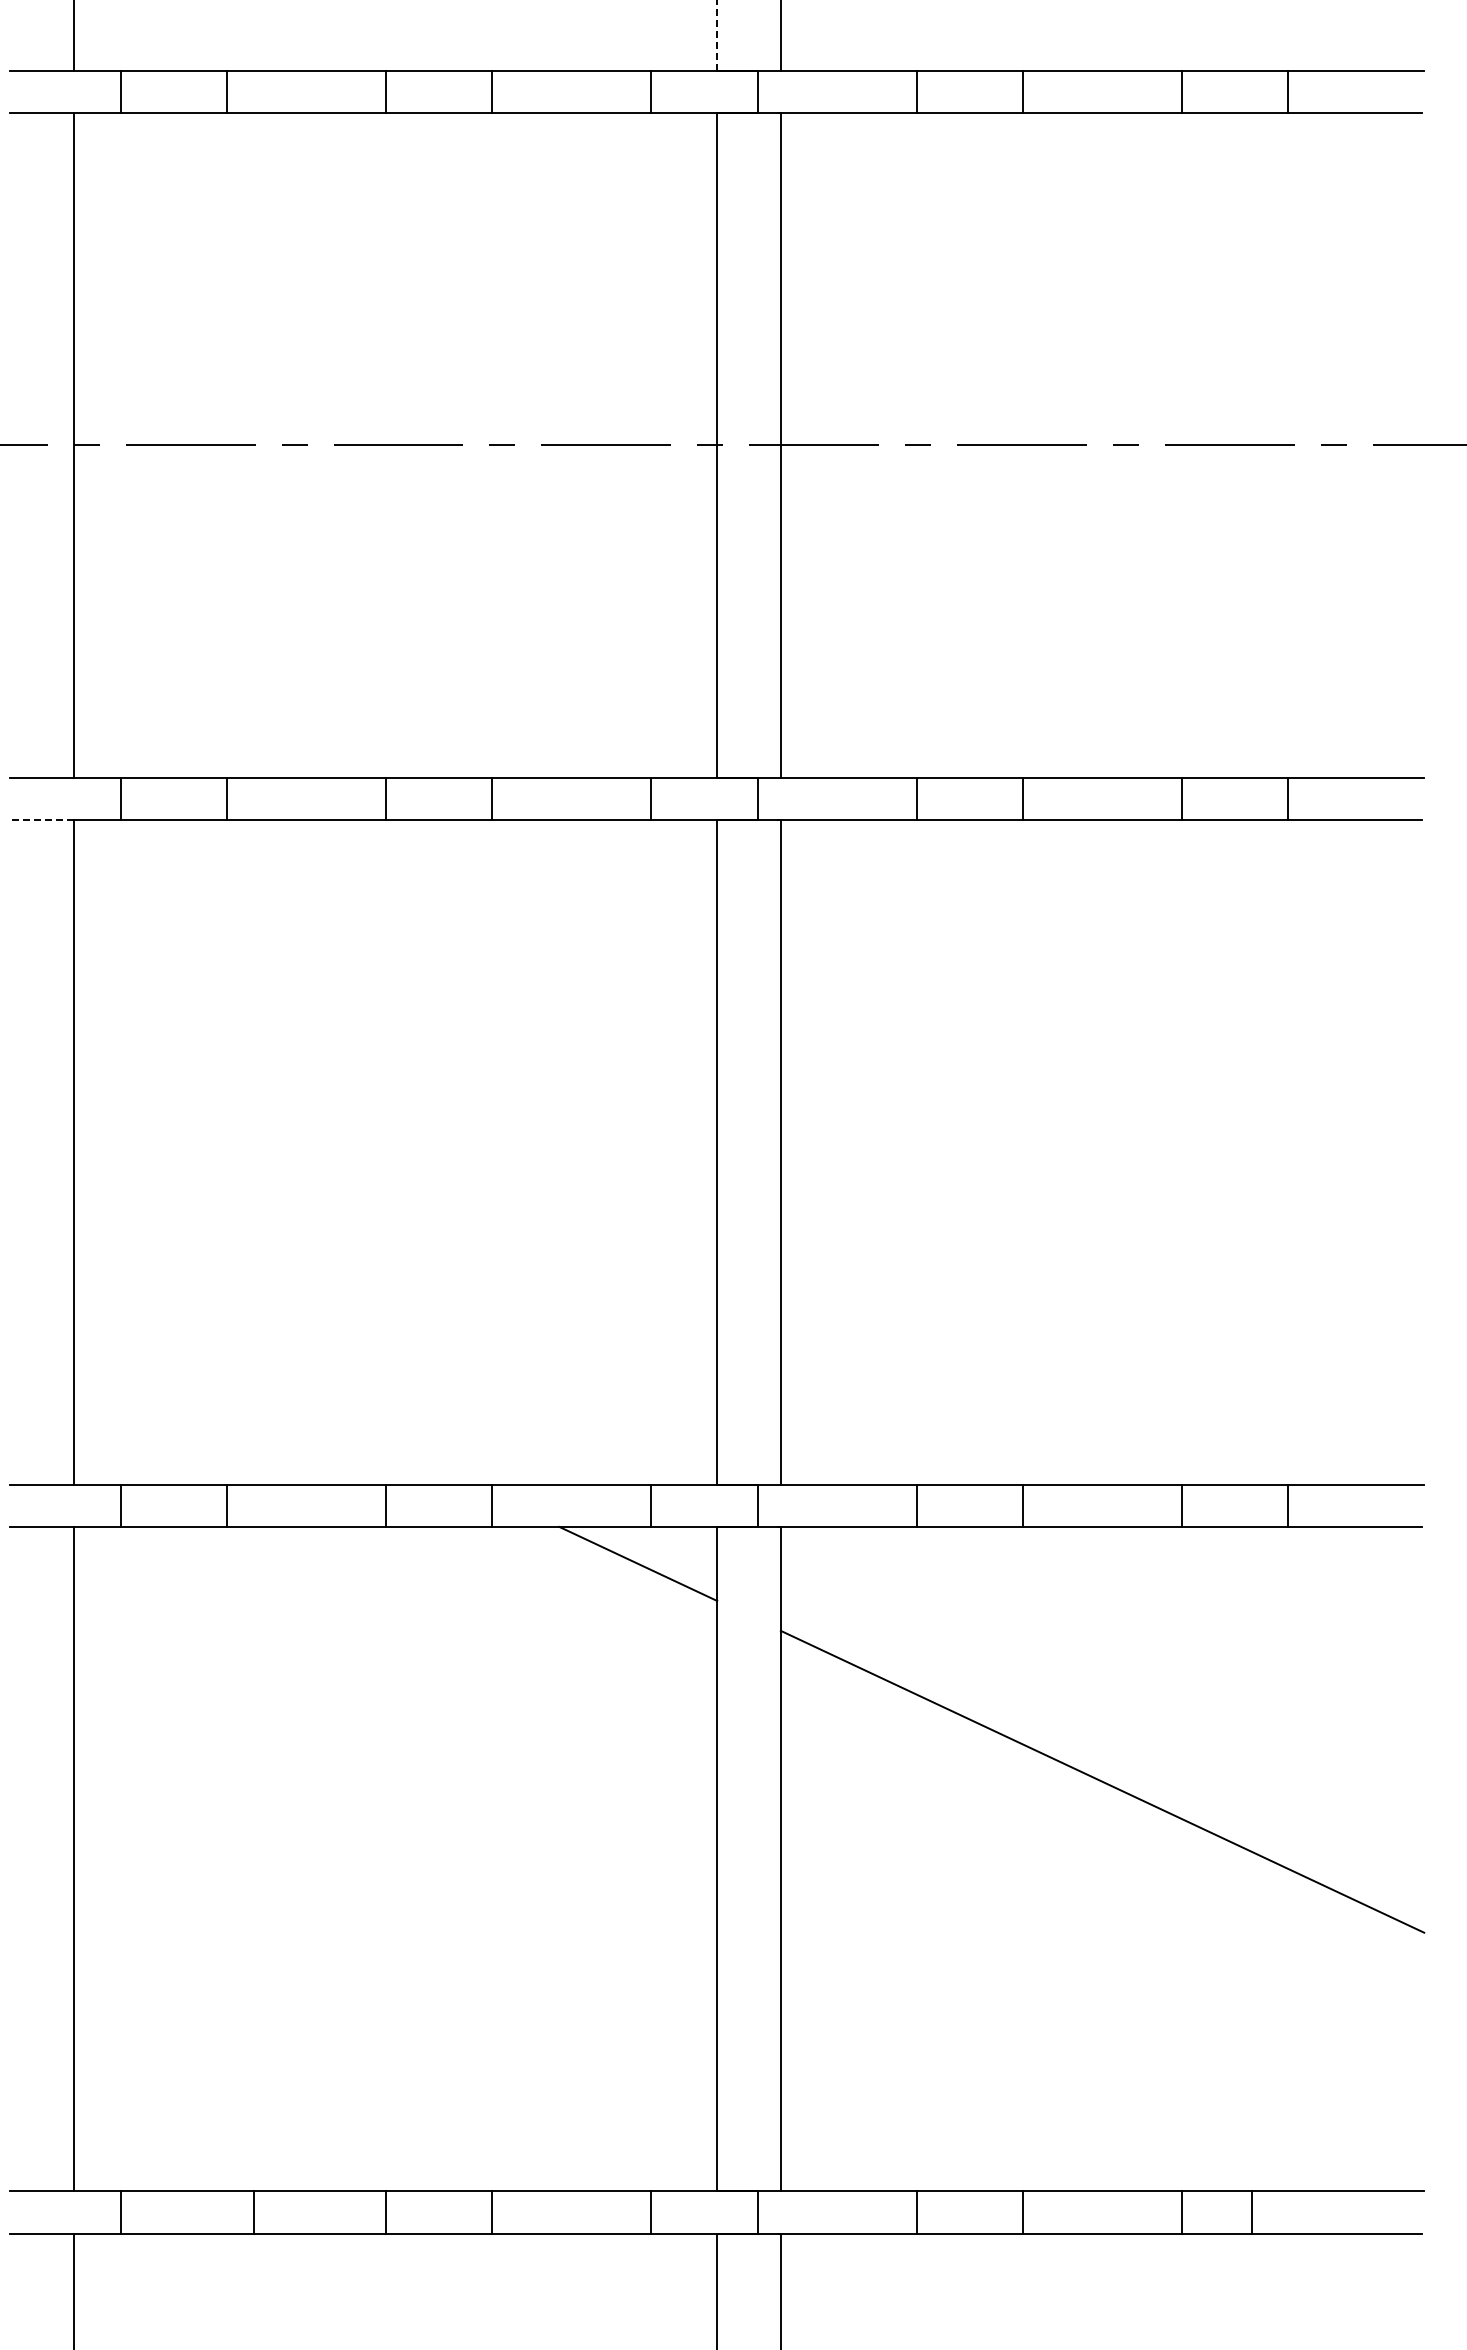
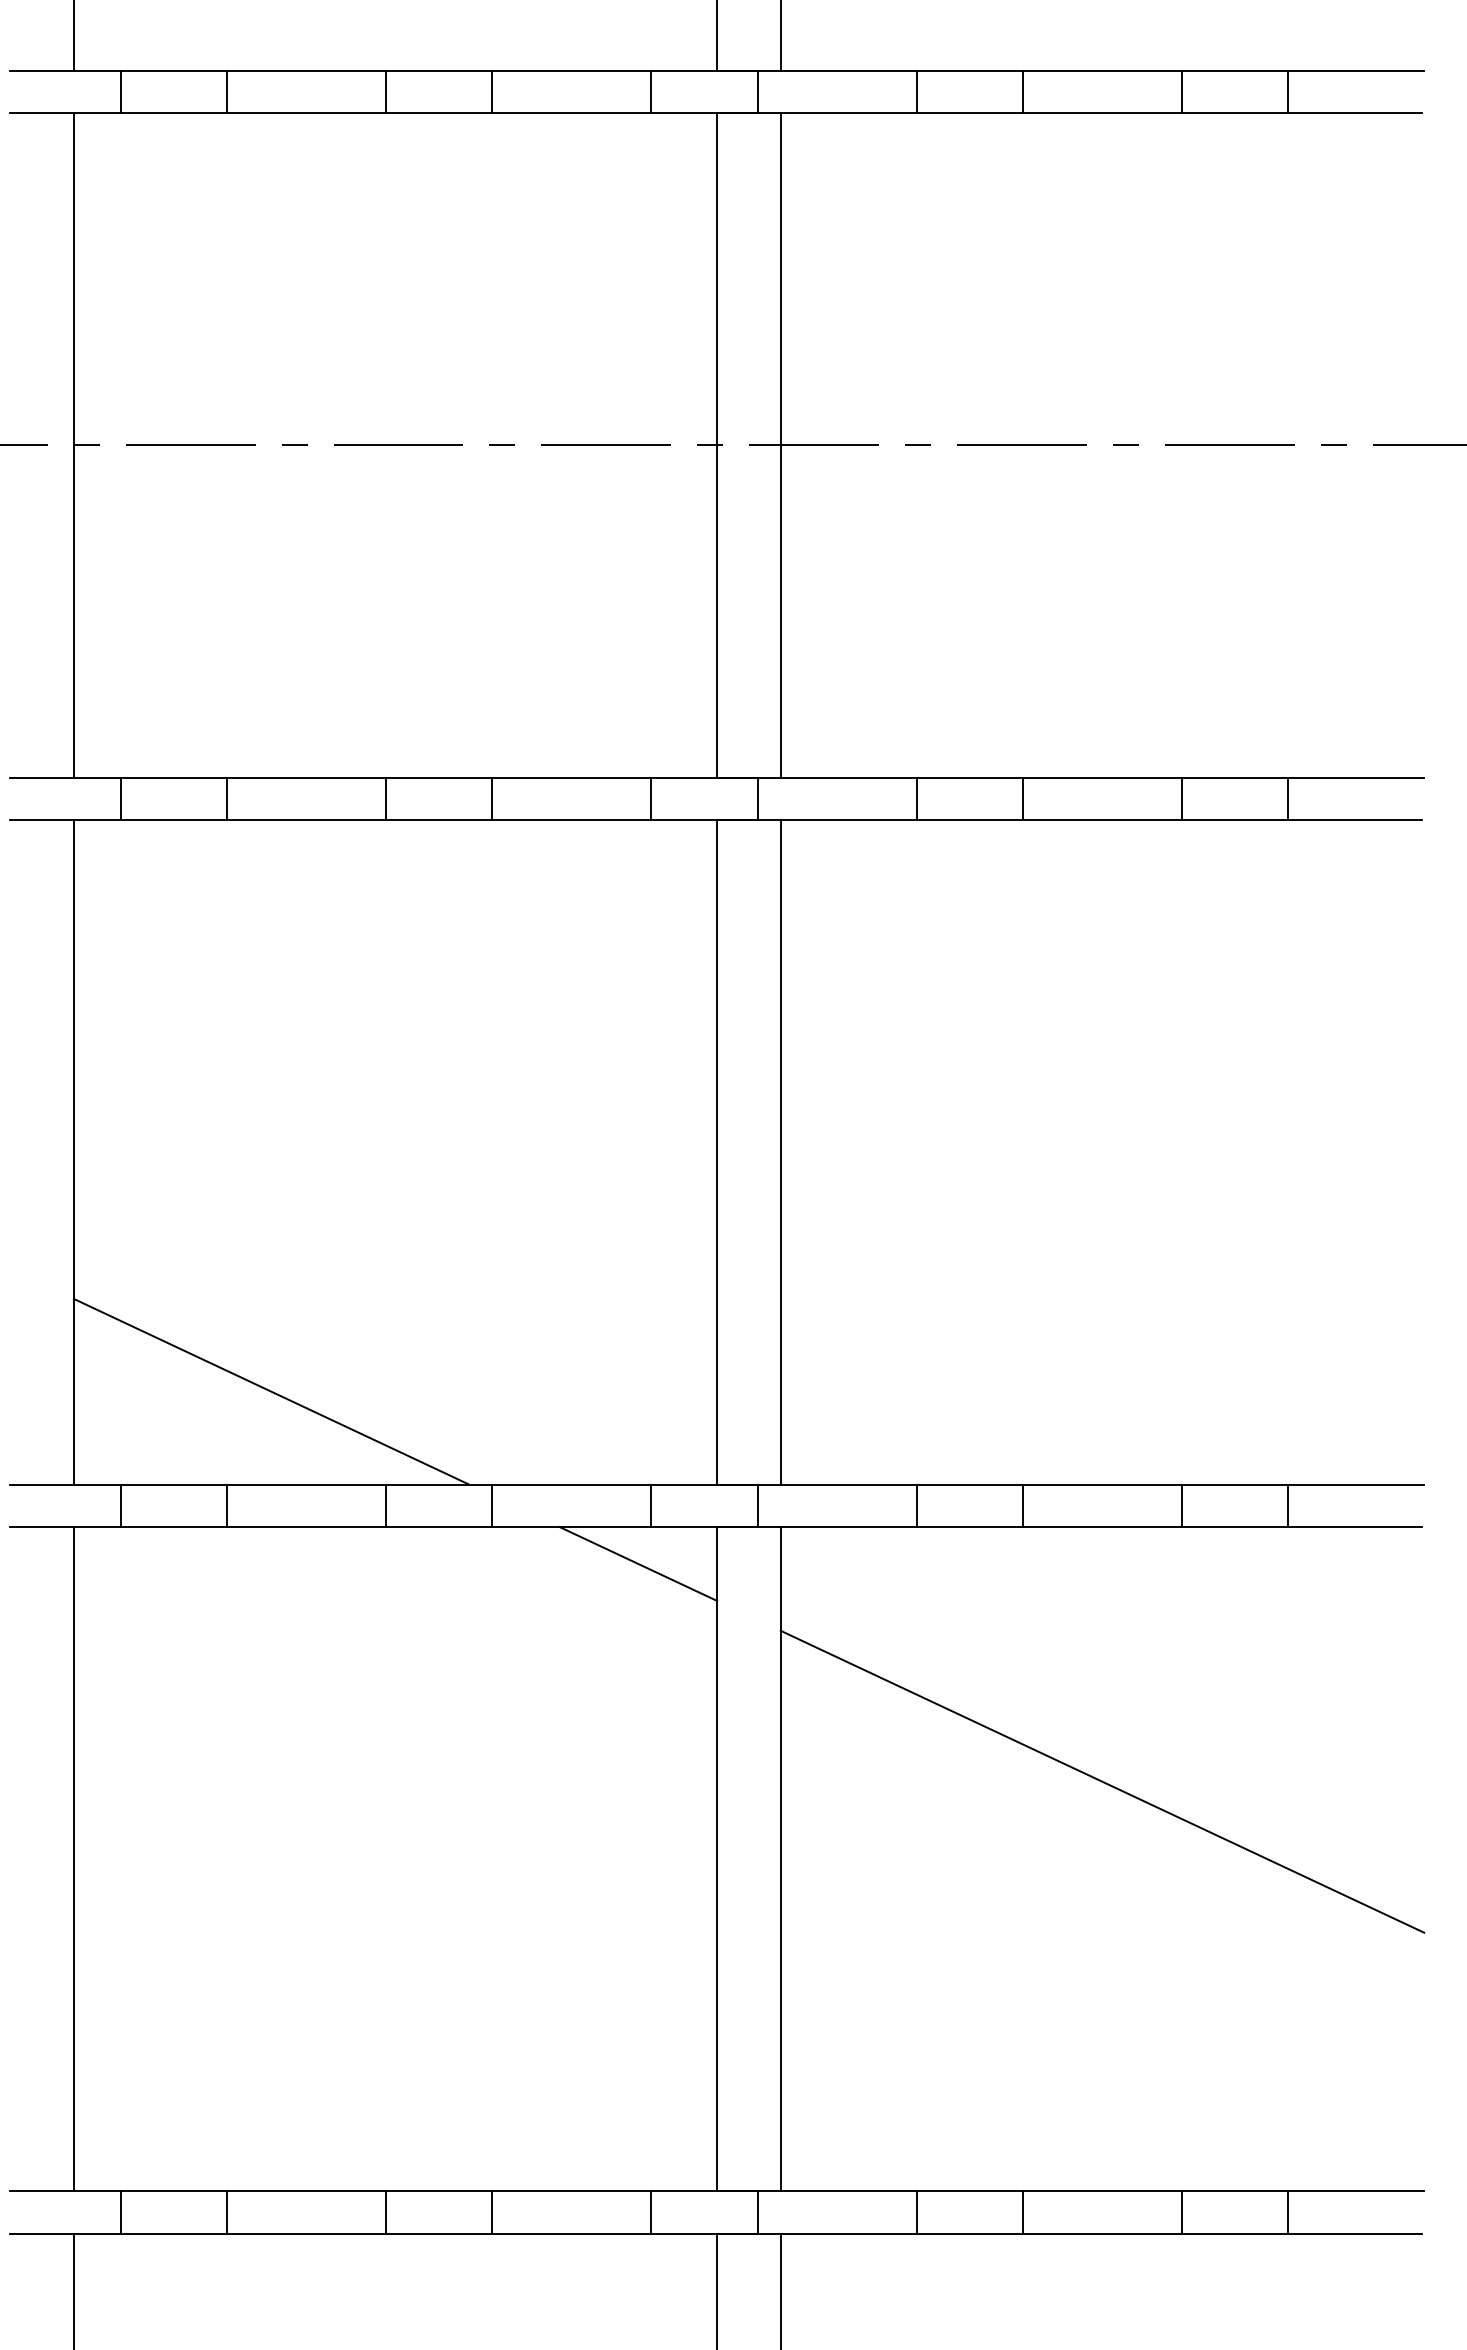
line at (717, 35): dashed -> solid
line at (42, 819): dashed -> solid
line at (271, 1391): none -> present
line at (254, 2212) position: (254, 2212) -> (227, 2212)
line at (1251, 2212) position: (1251, 2212) -> (1287, 2212)
